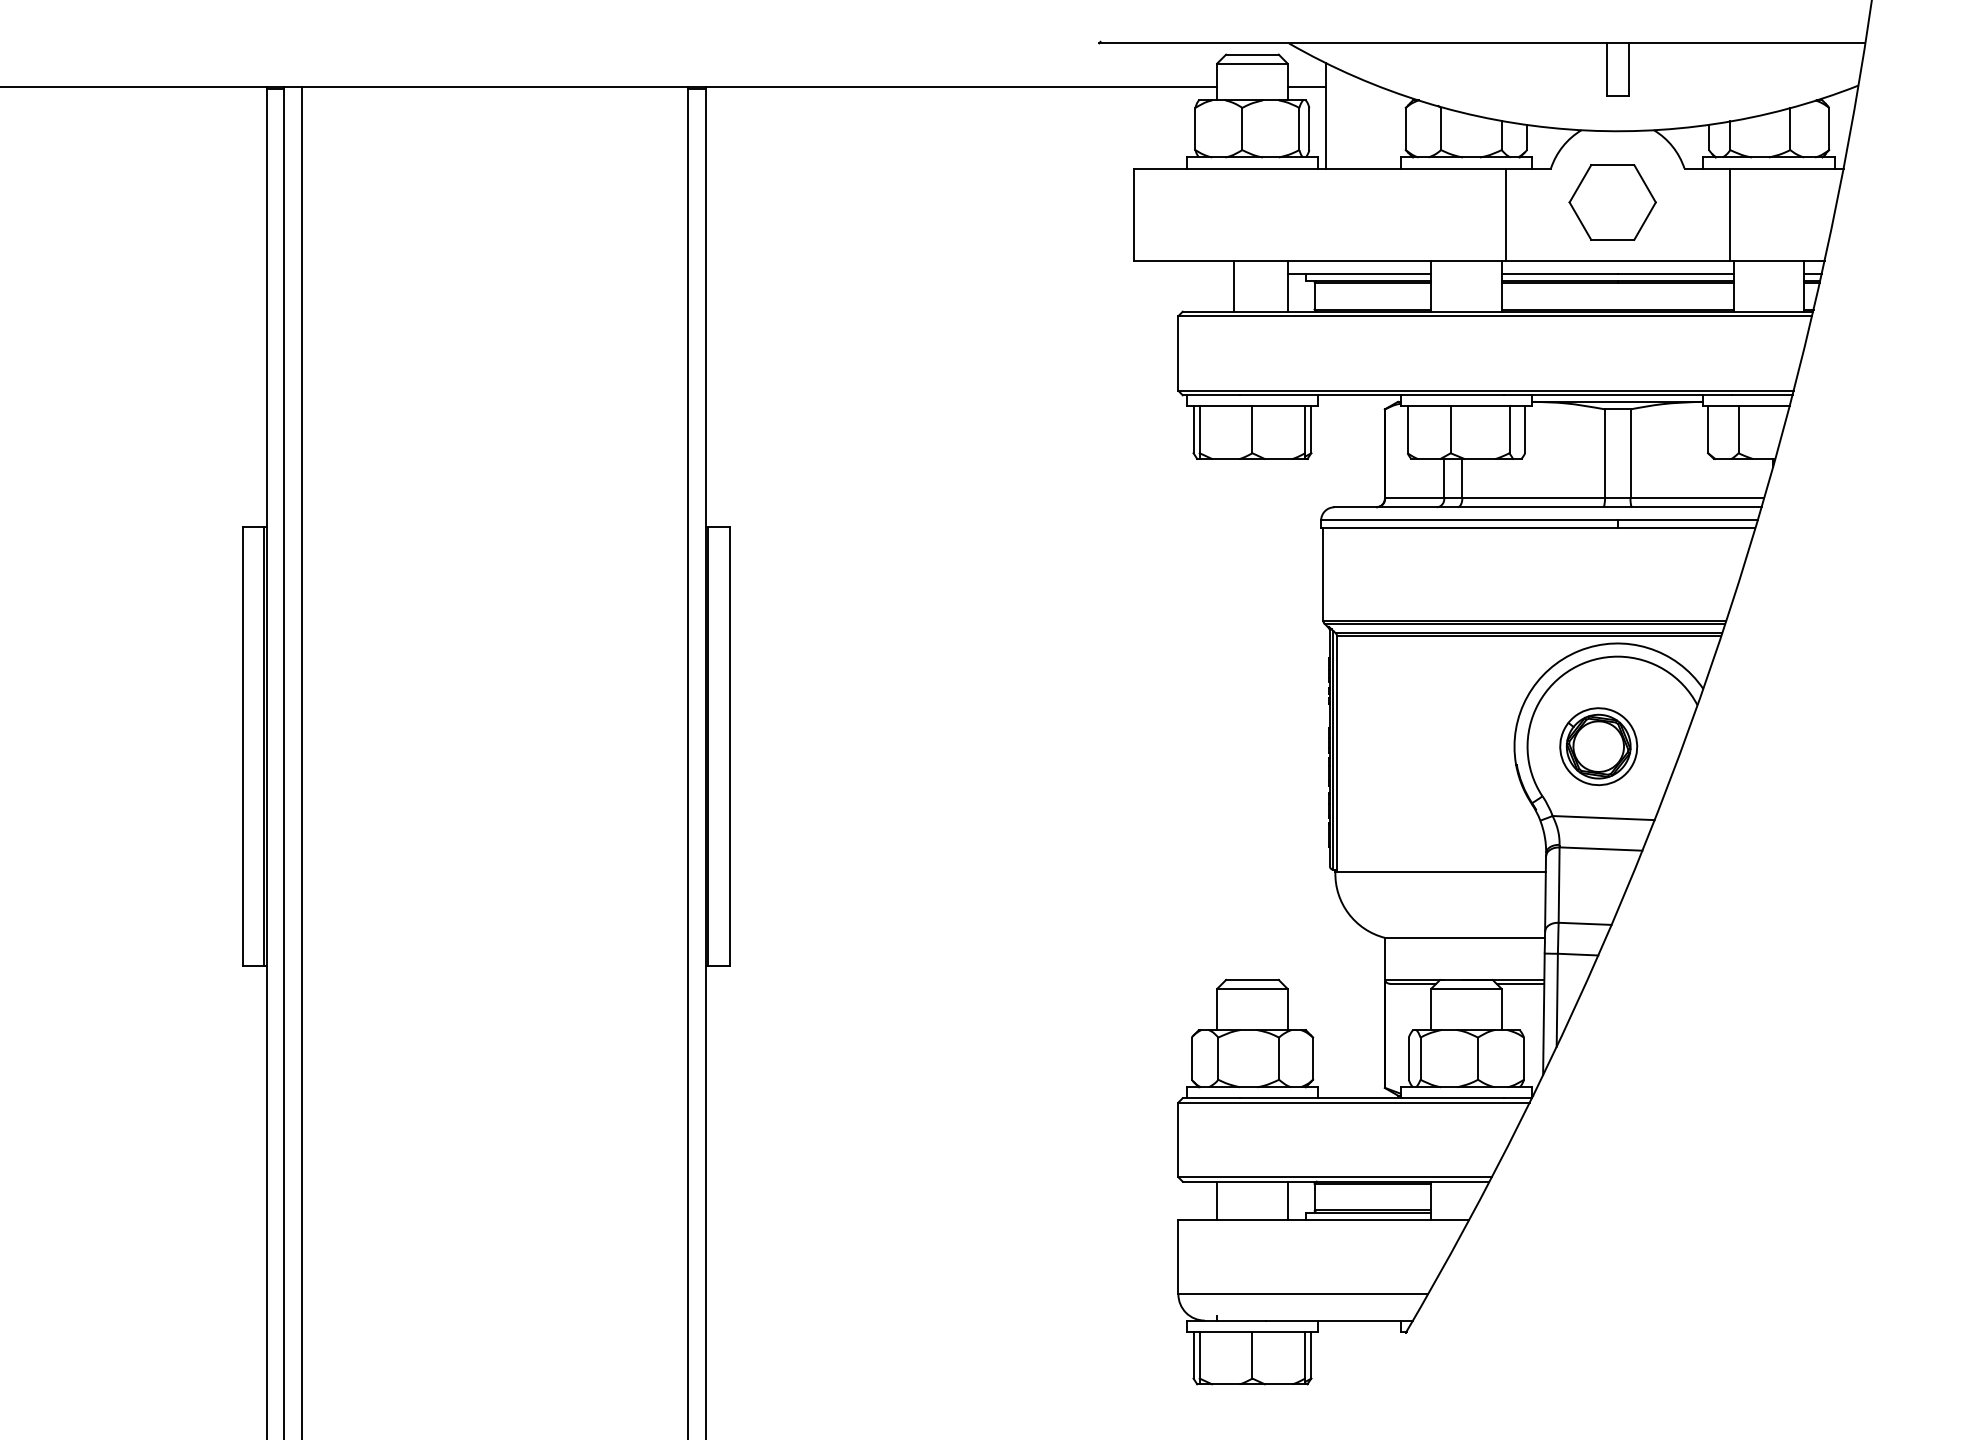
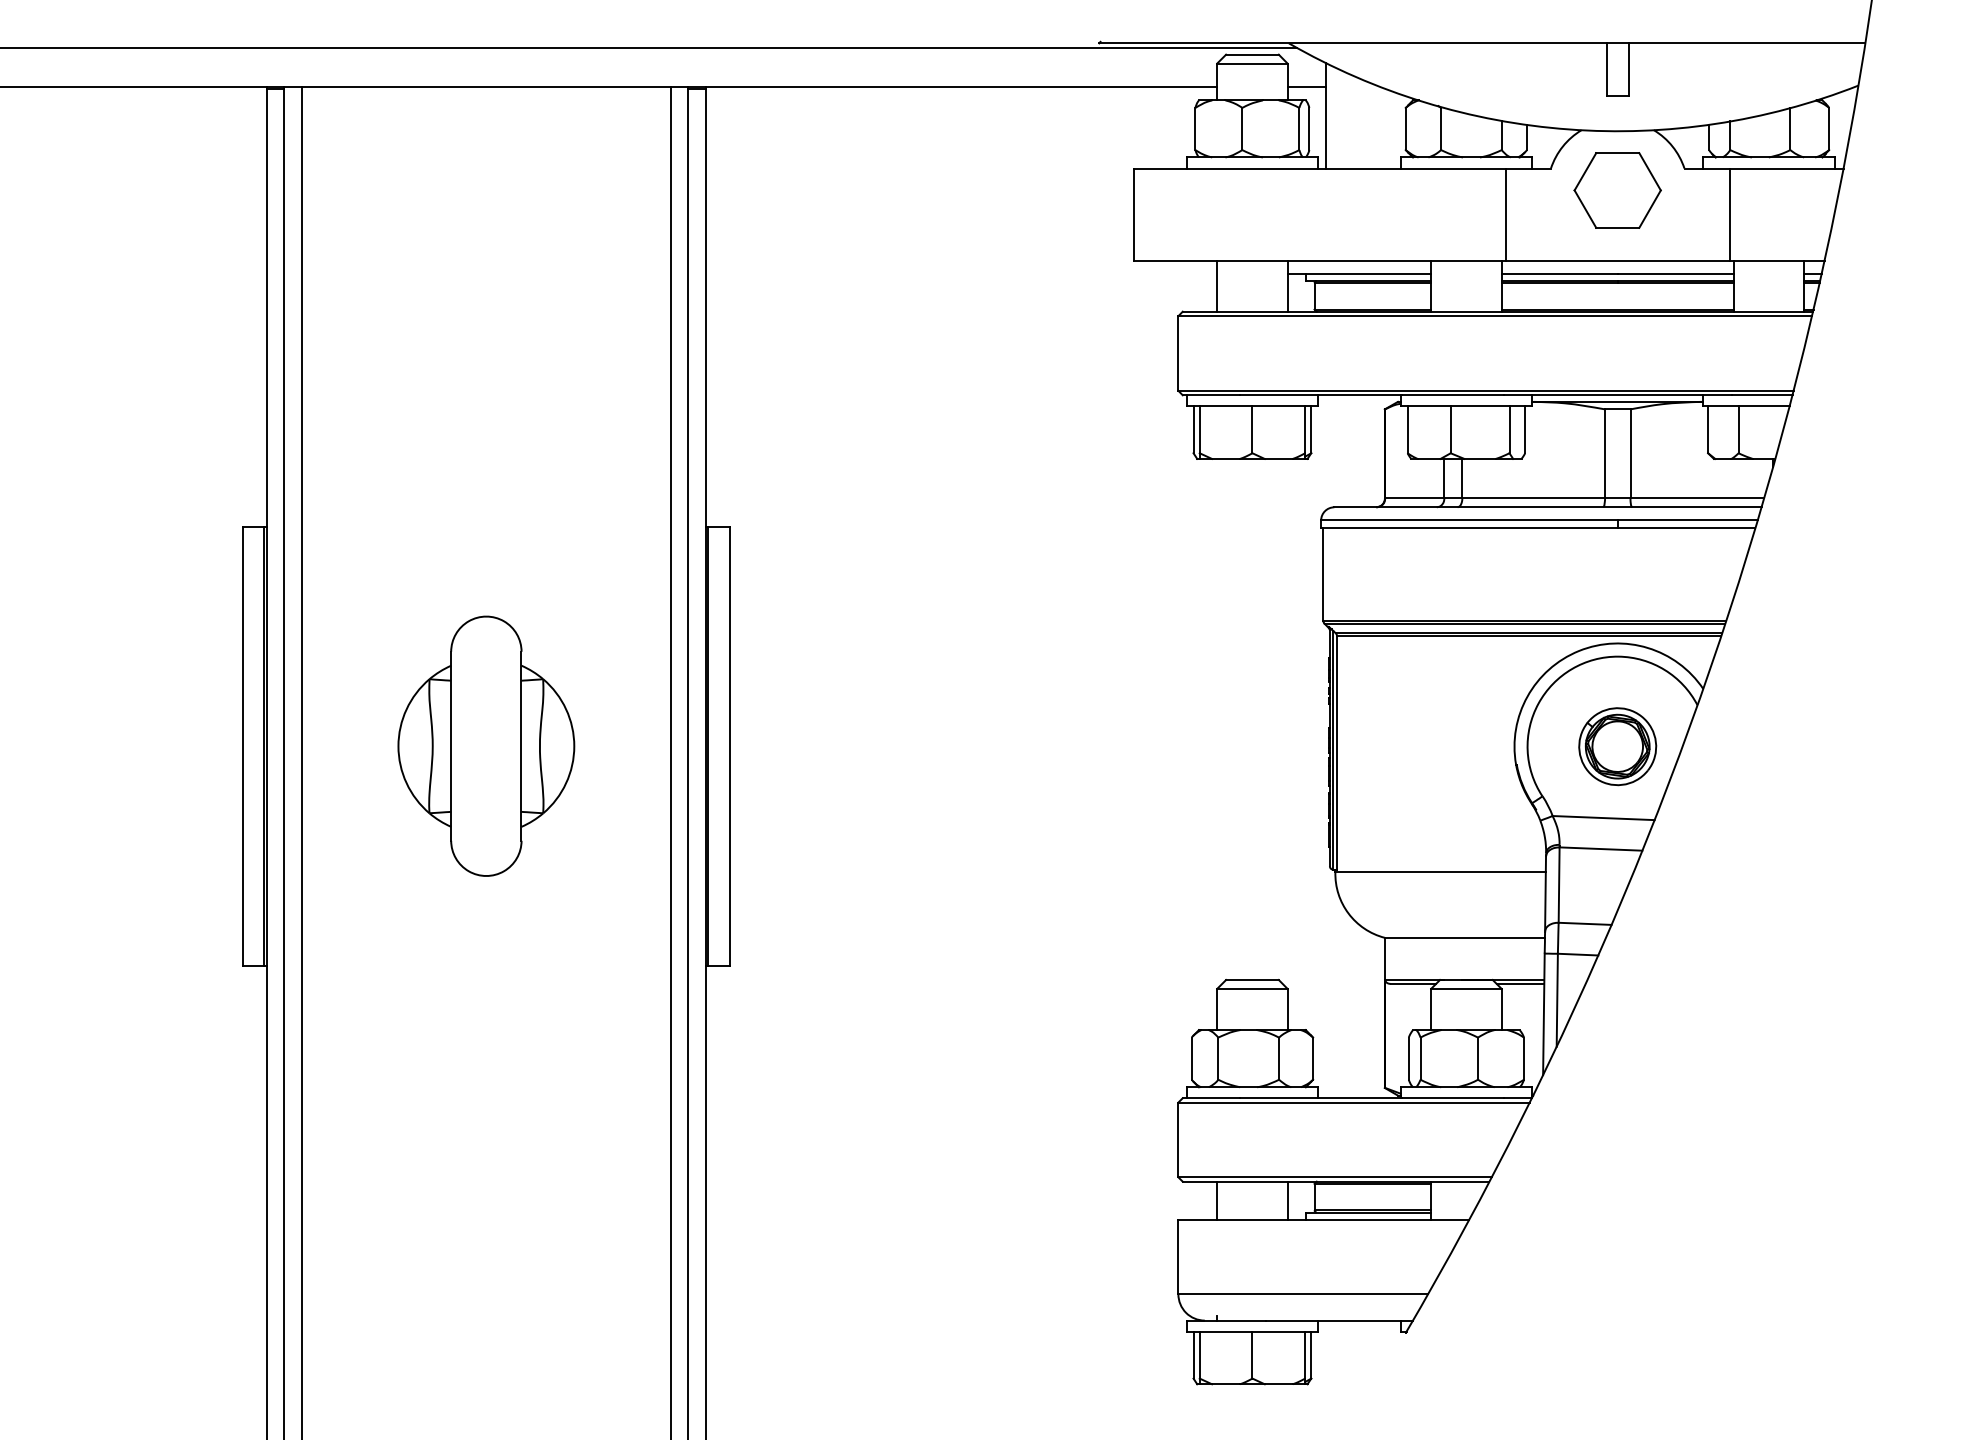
line at (649, 47): none -> present
part at (1612, 202) position: (1612, 202) -> (1617, 190)
line at (1234, 285) position: (1234, 285) -> (1217, 285)
part at (486, 745): none -> present
part at (1598, 746) position: (1598, 746) -> (1617, 746)
line at (670, 761): none -> present
